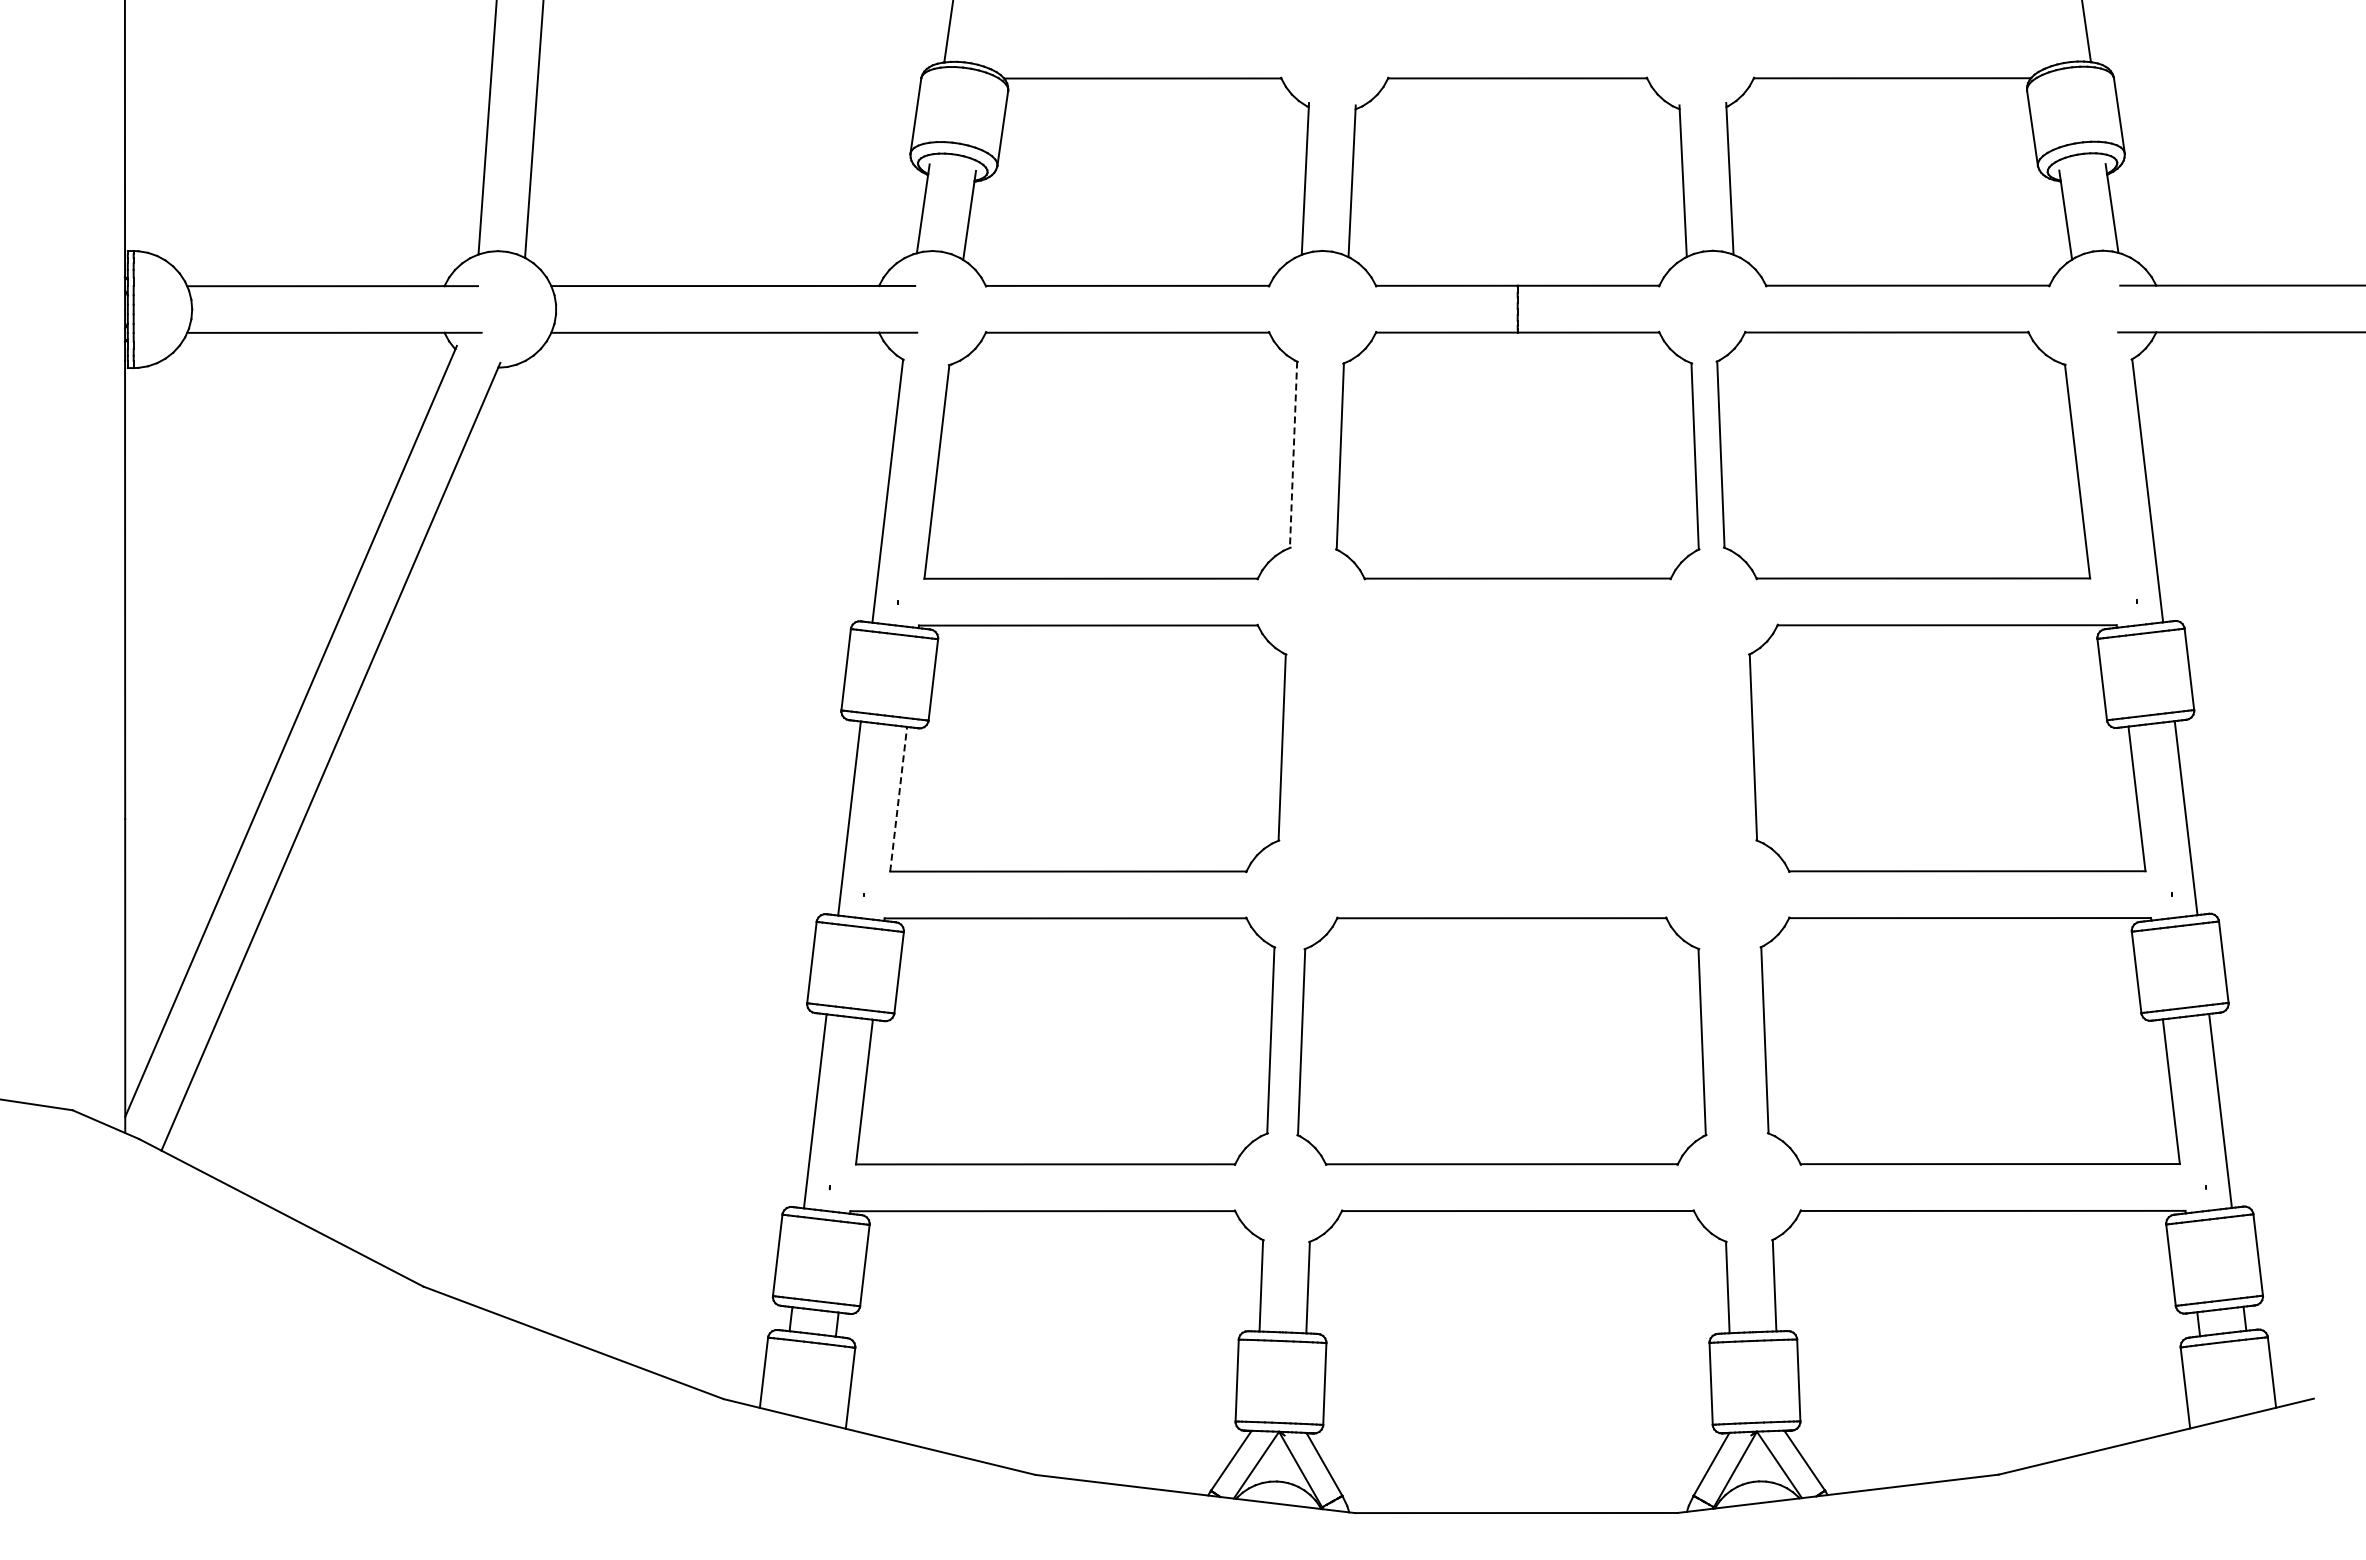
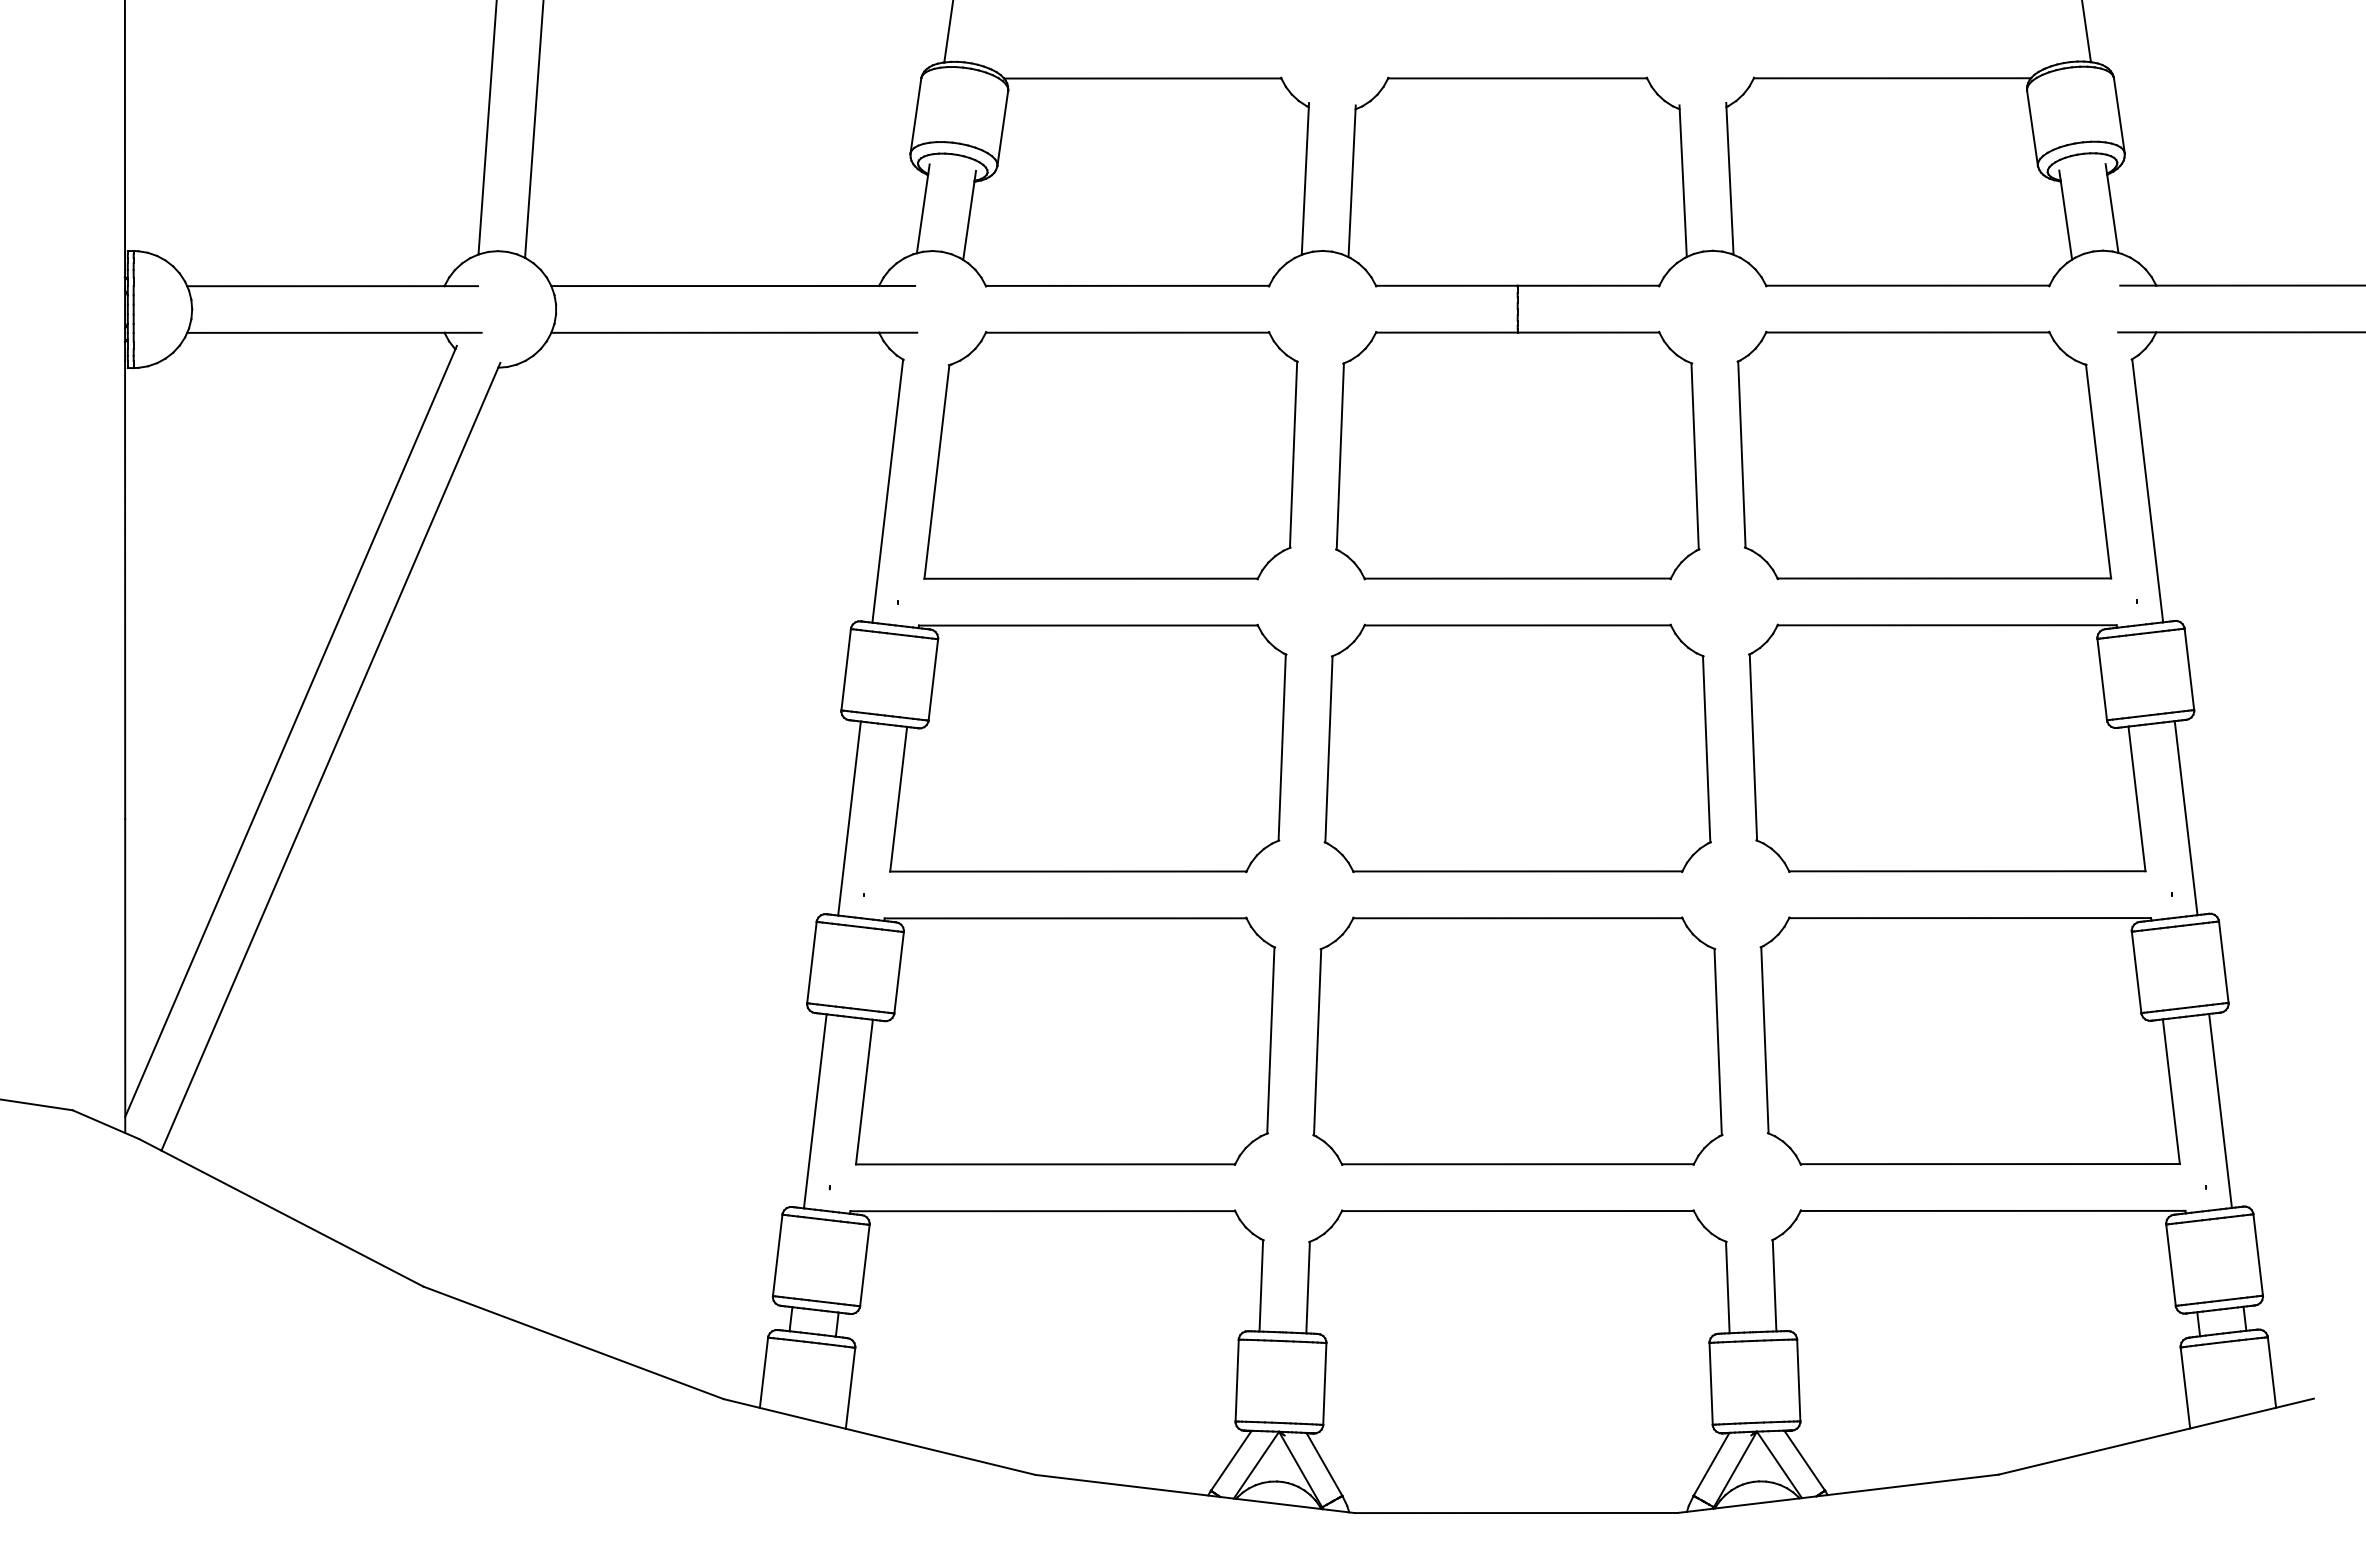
line at (1293, 455): dashed -> solid
part at (1903, 455) position: (1903, 455) -> (1924, 455)
part at (1517, 748): none -> present
line at (898, 799): dashed -> solid
part at (1501, 1040) position: (1501, 1040) -> (1517, 1040)
